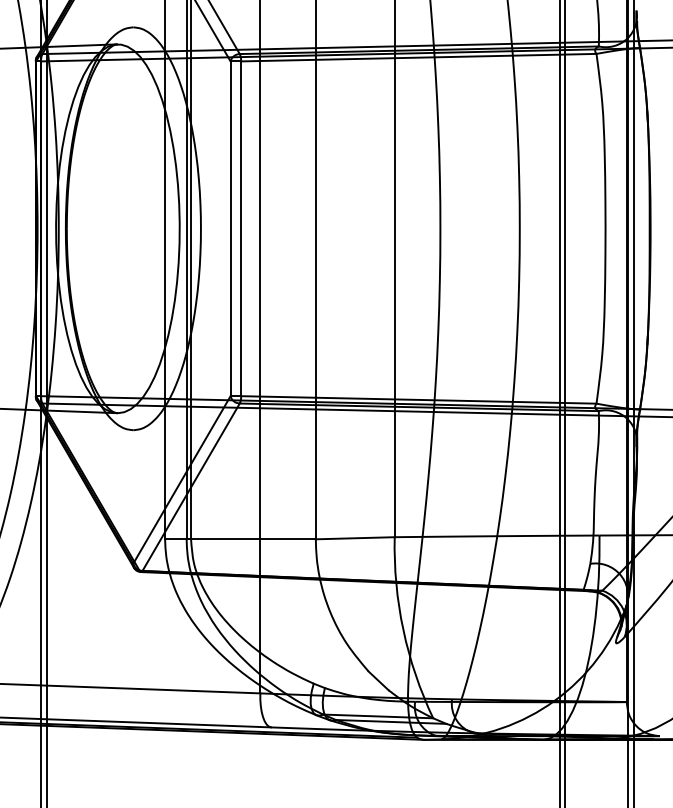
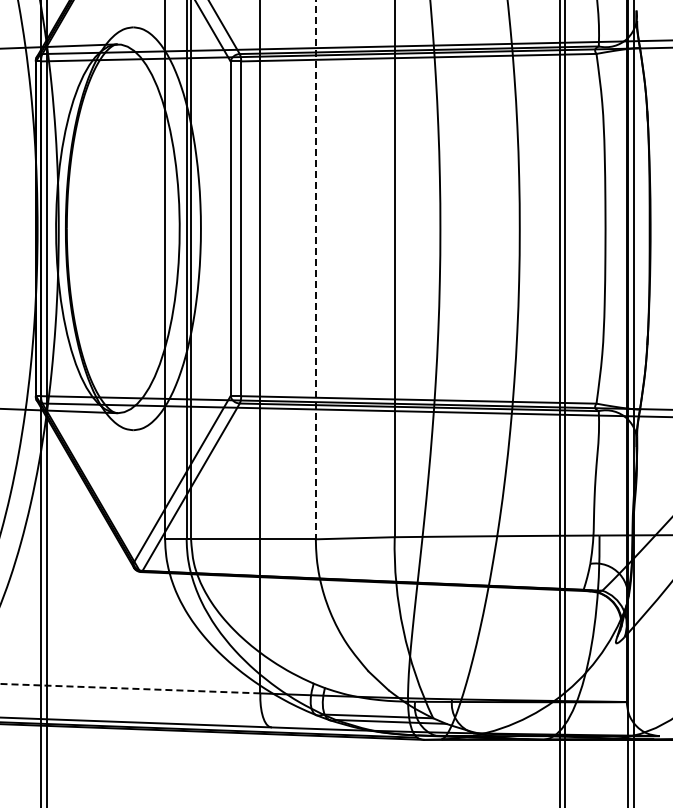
line at (315, 269): solid -> dashed
line at (130, 688): solid -> dashed
